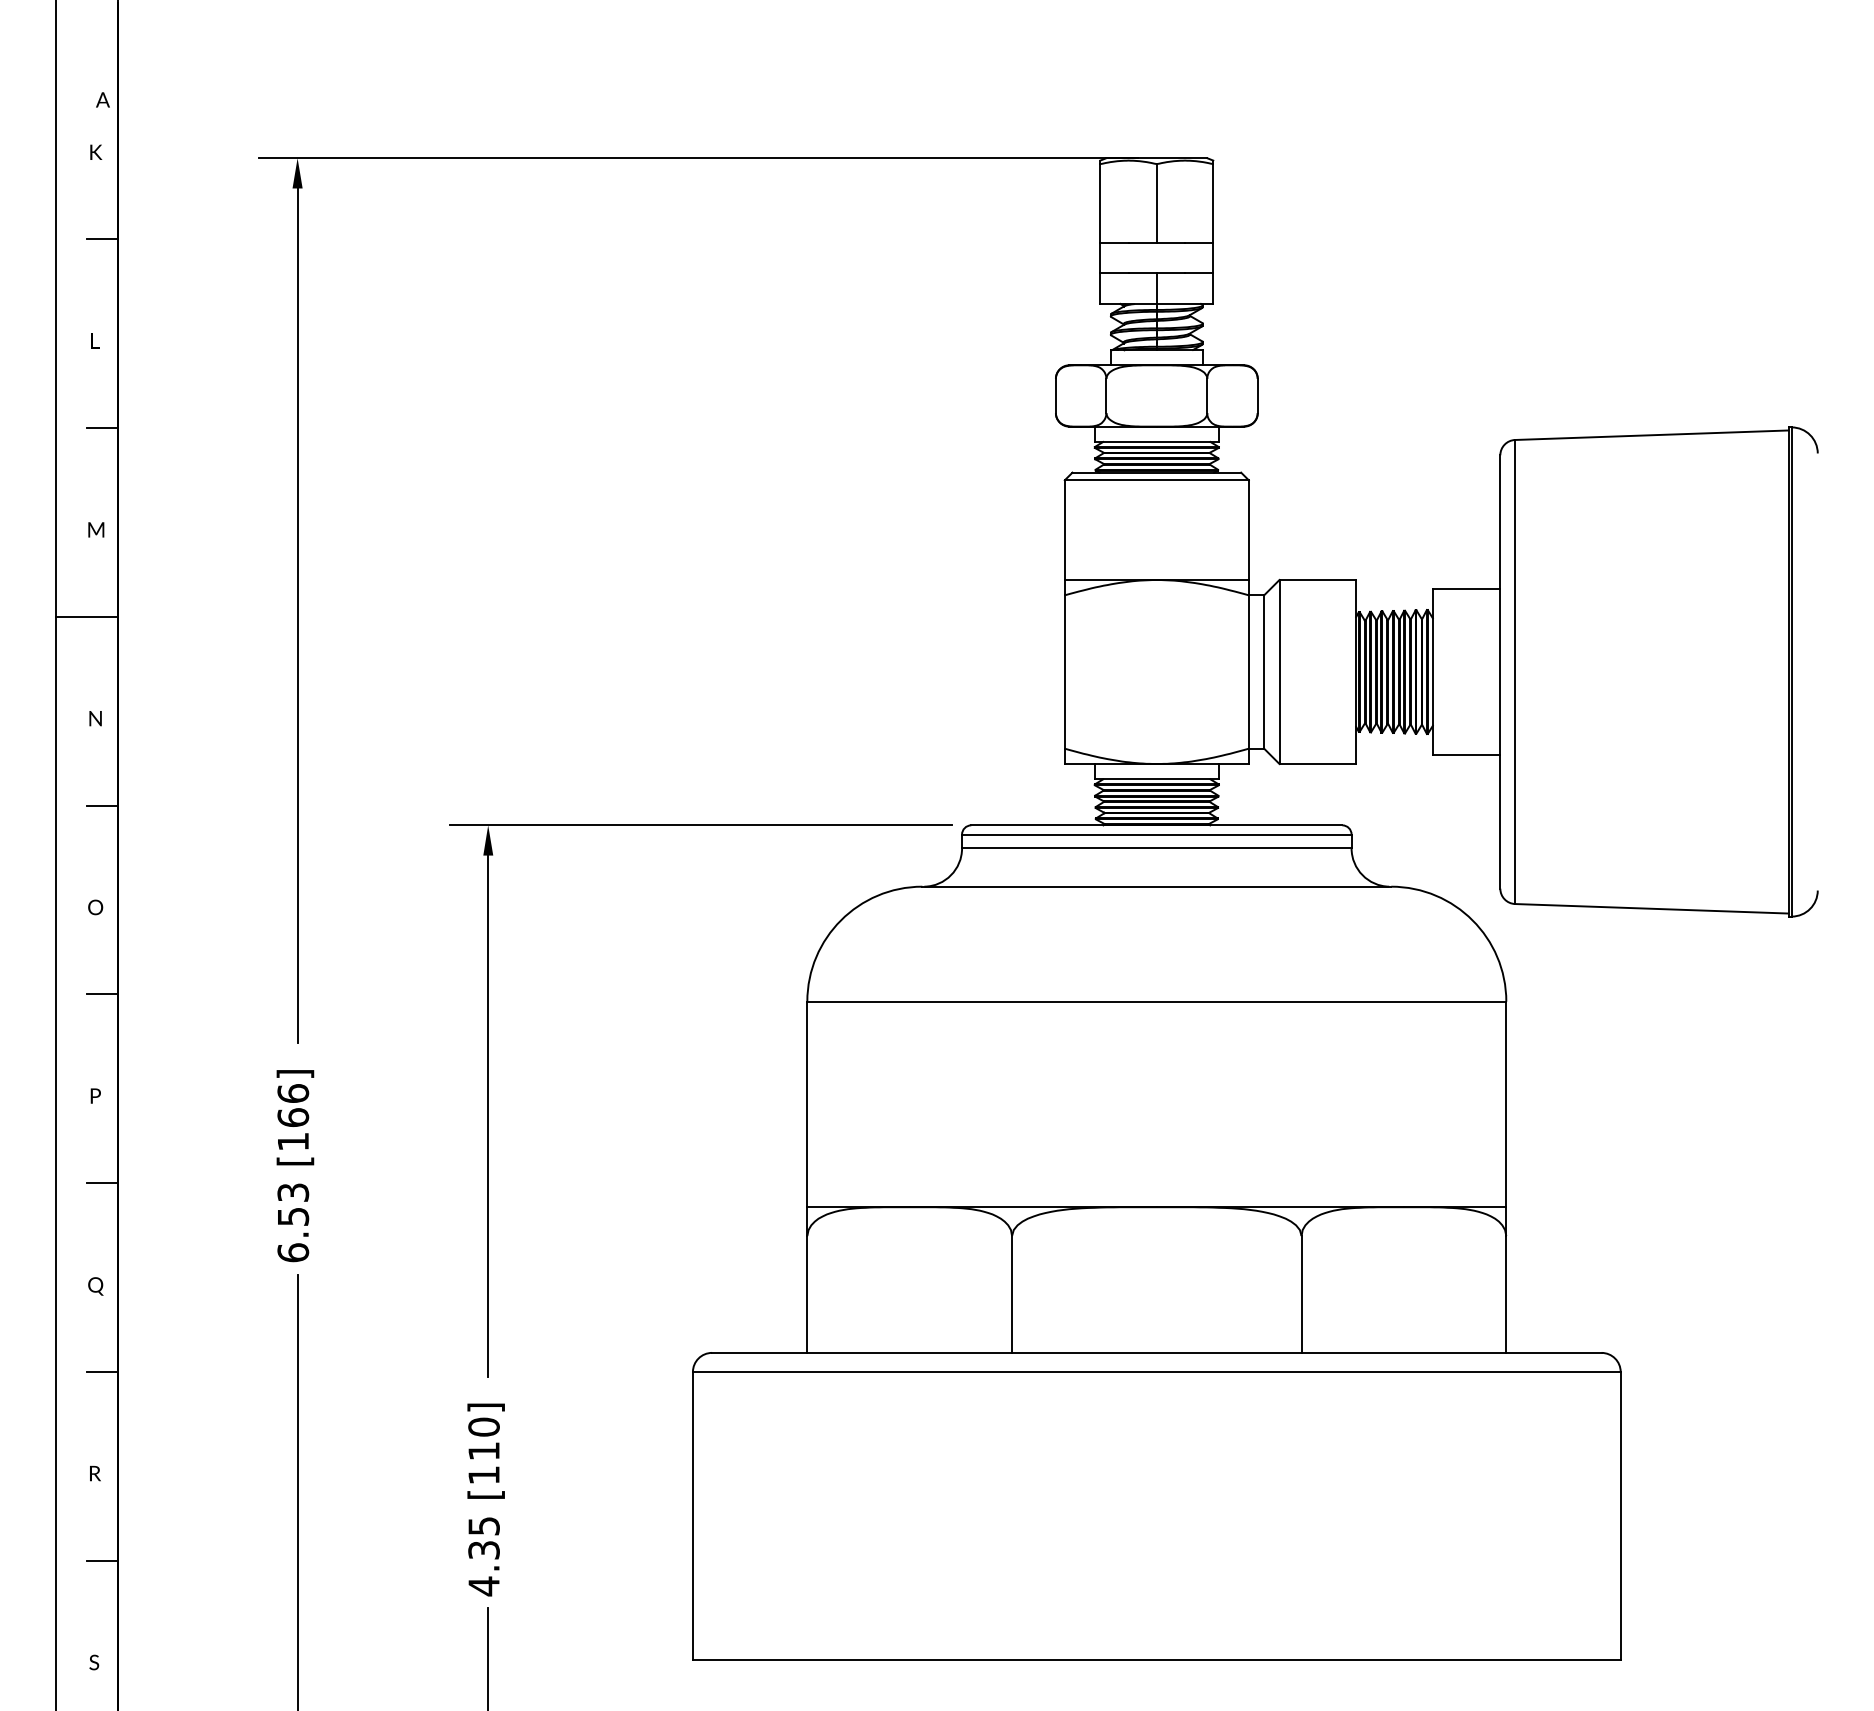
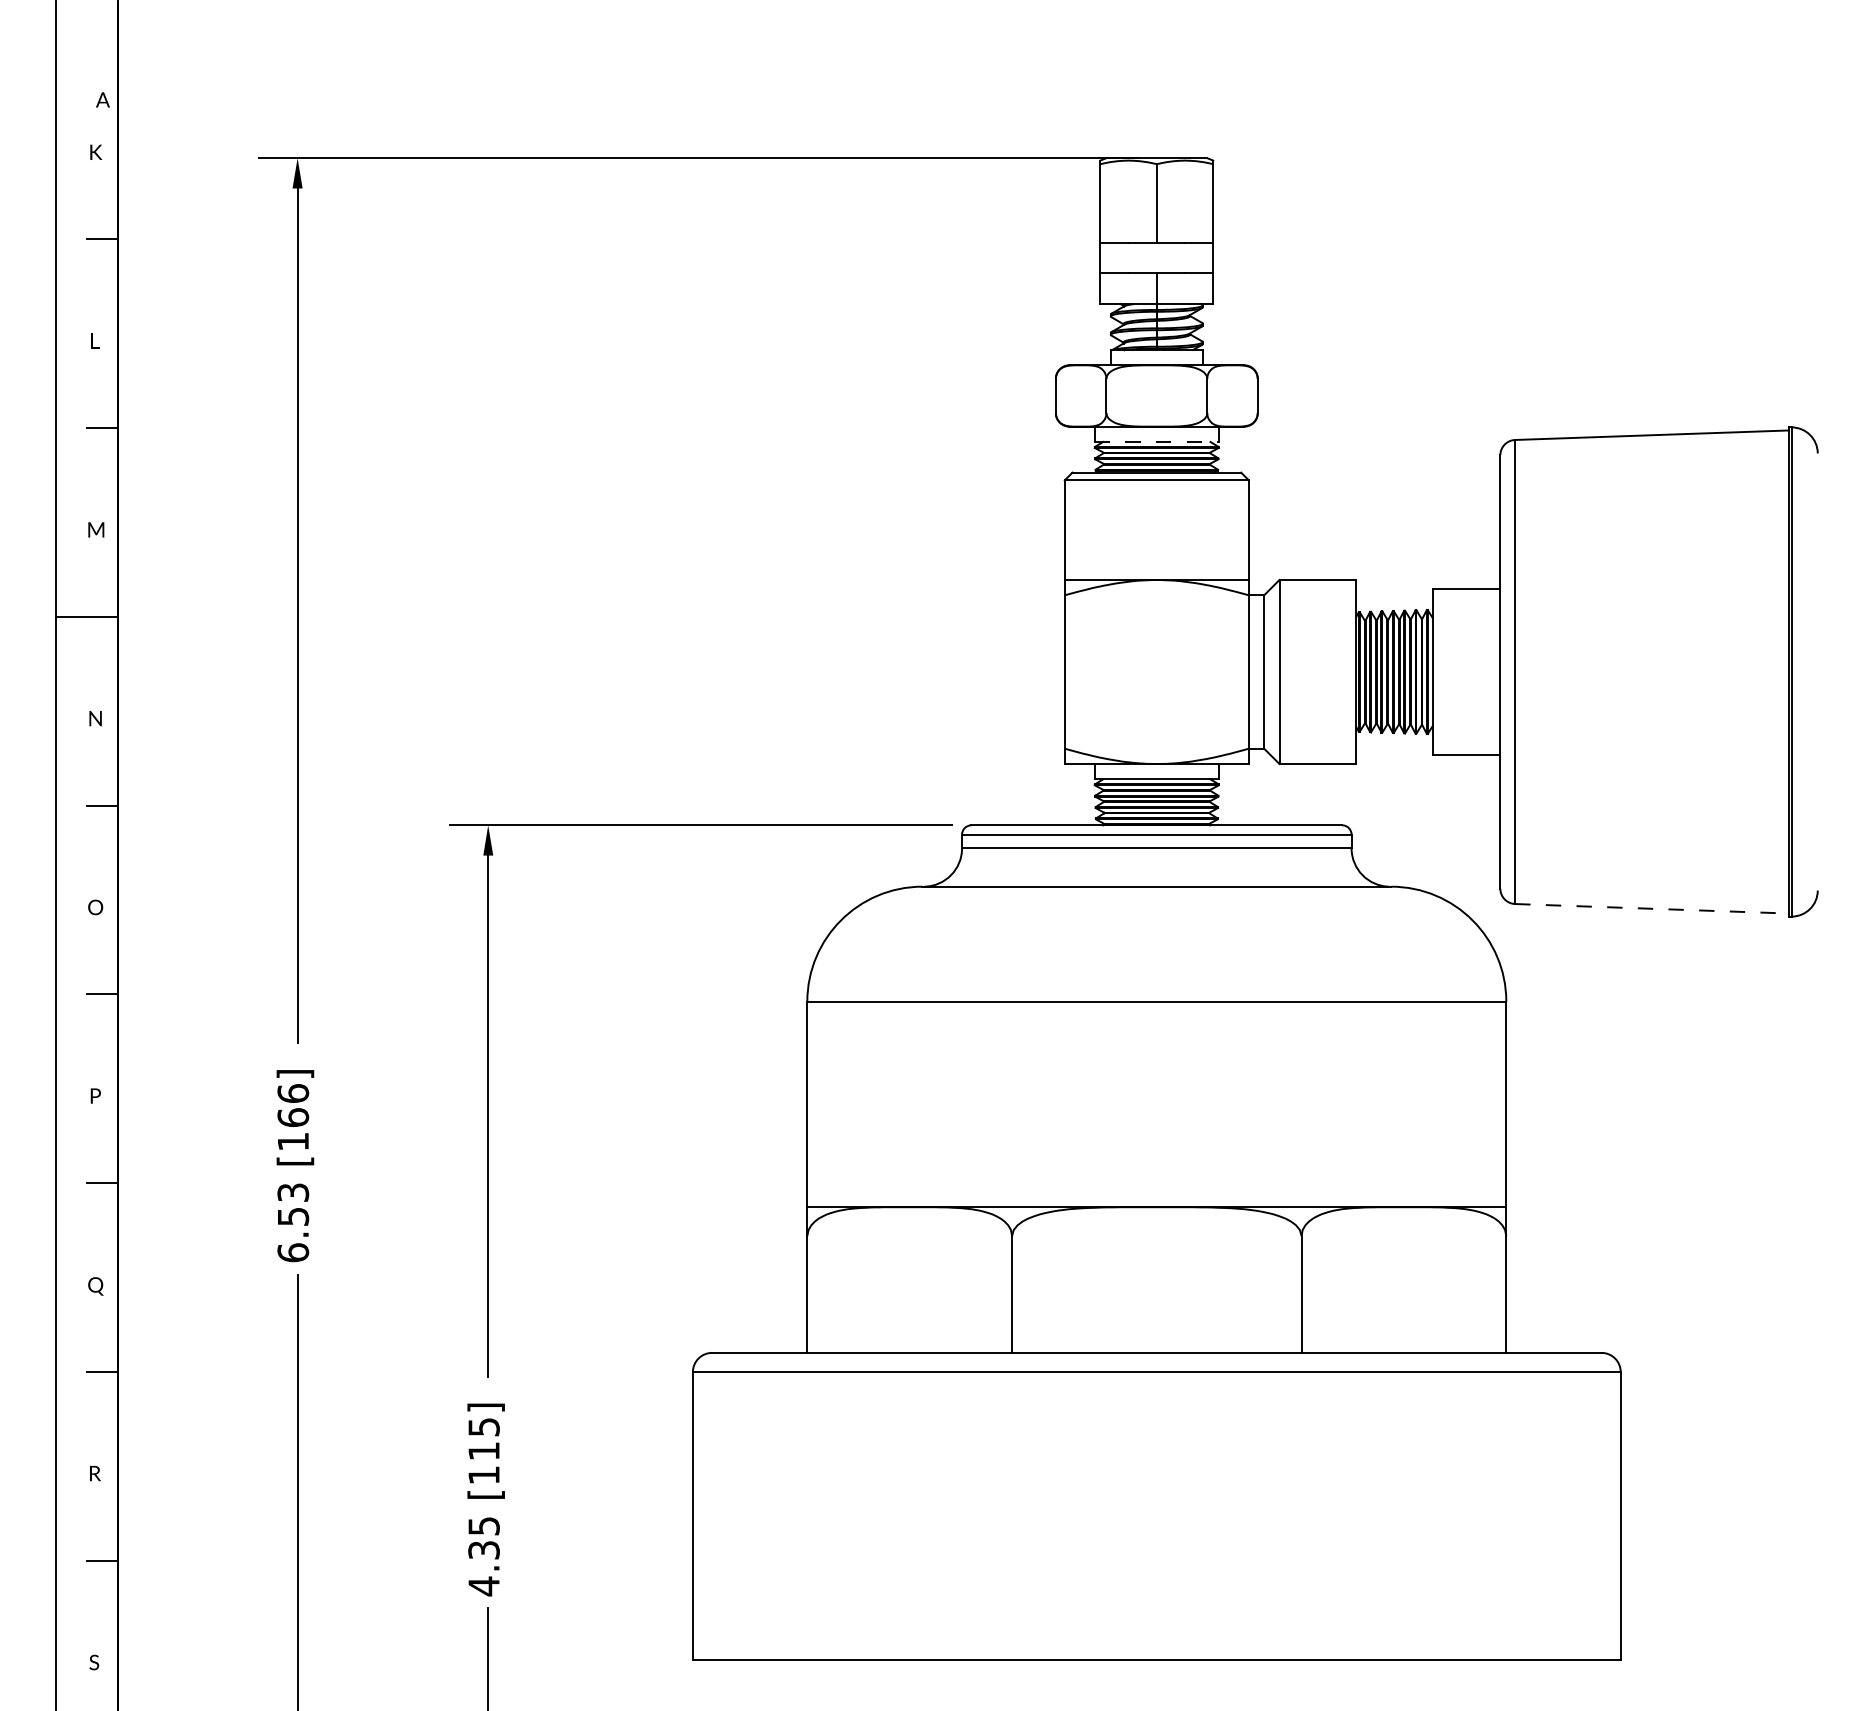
line at (1157, 441): solid -> dashed
line at (1651, 908): solid -> dashed
text at (483, 1426): [110] -> [115]
